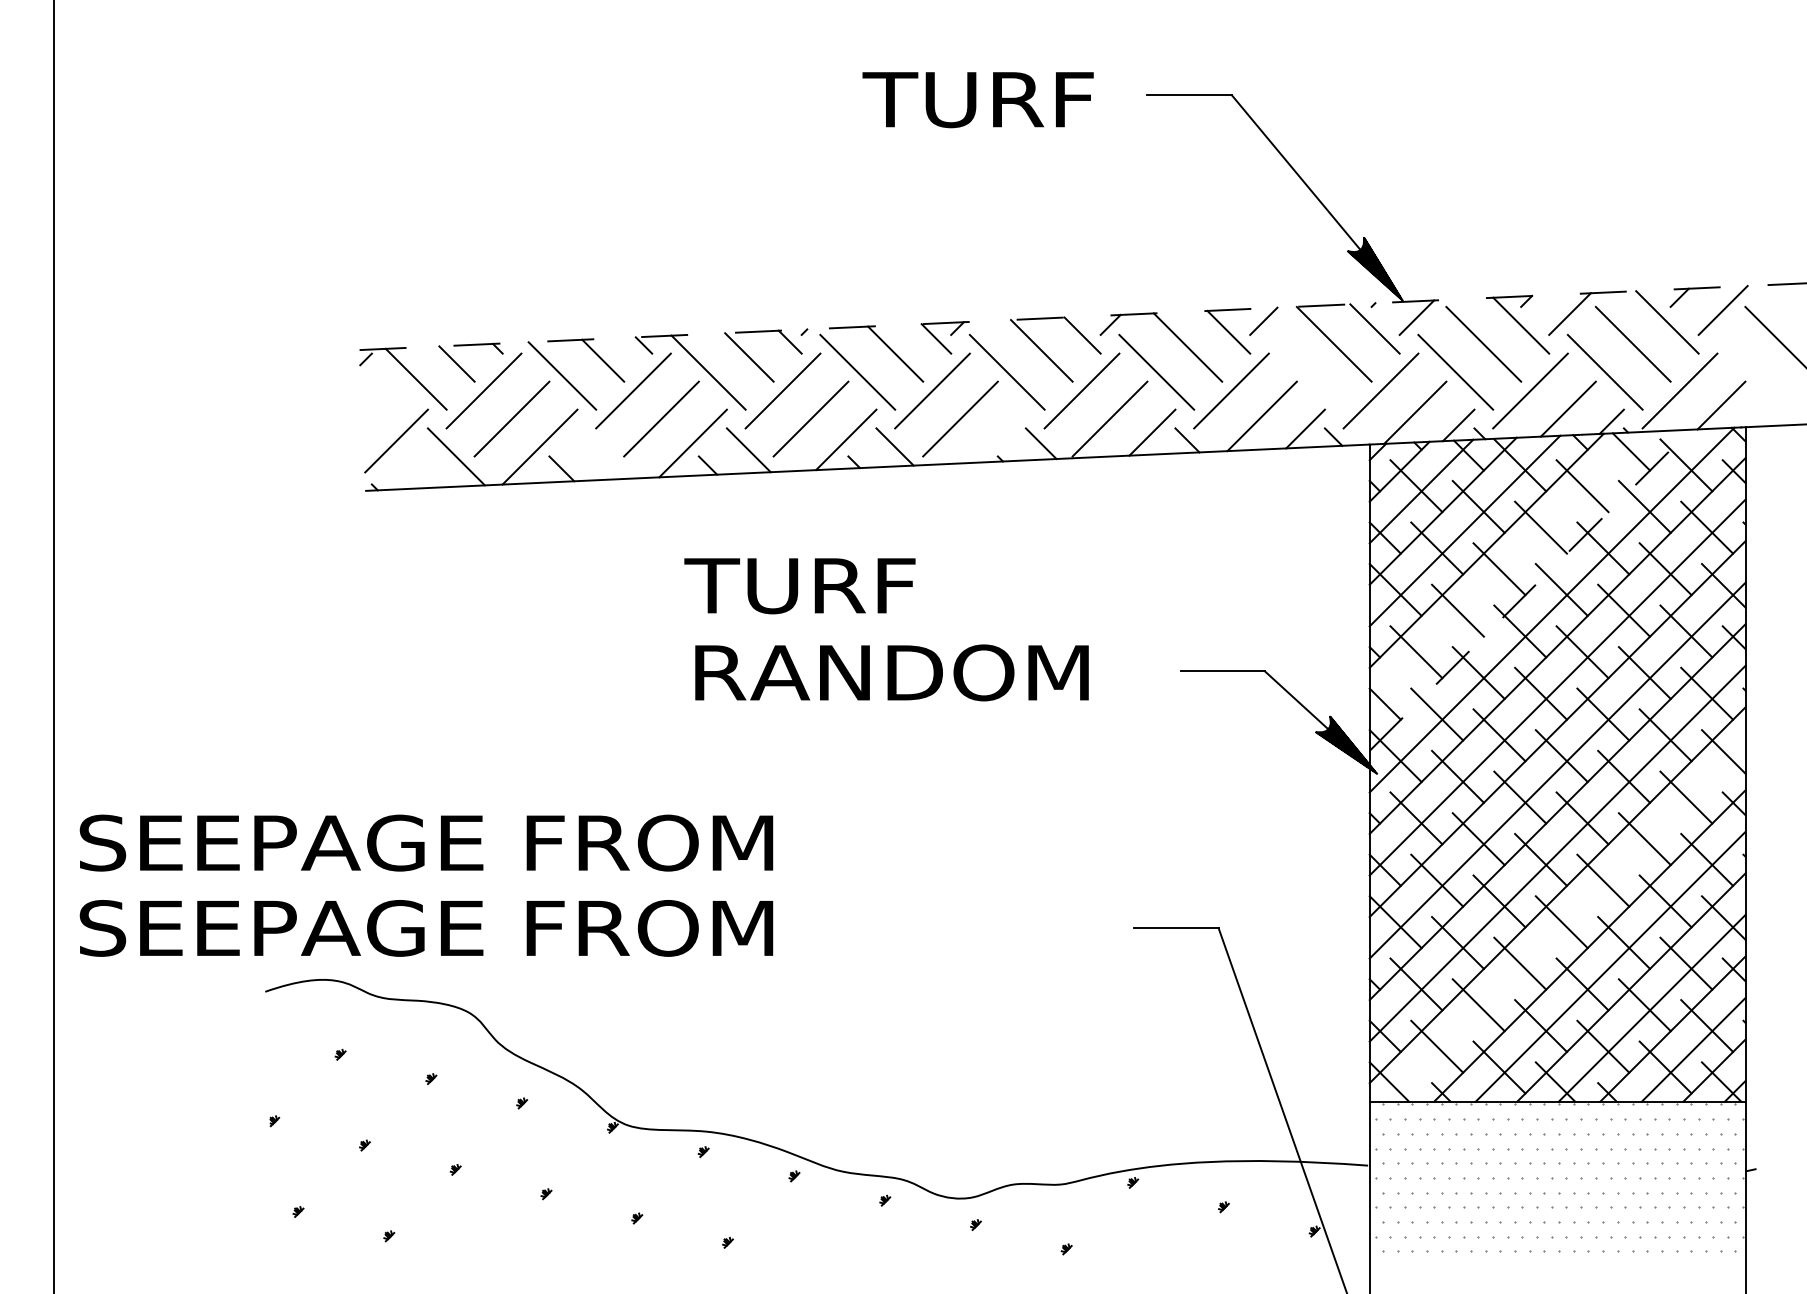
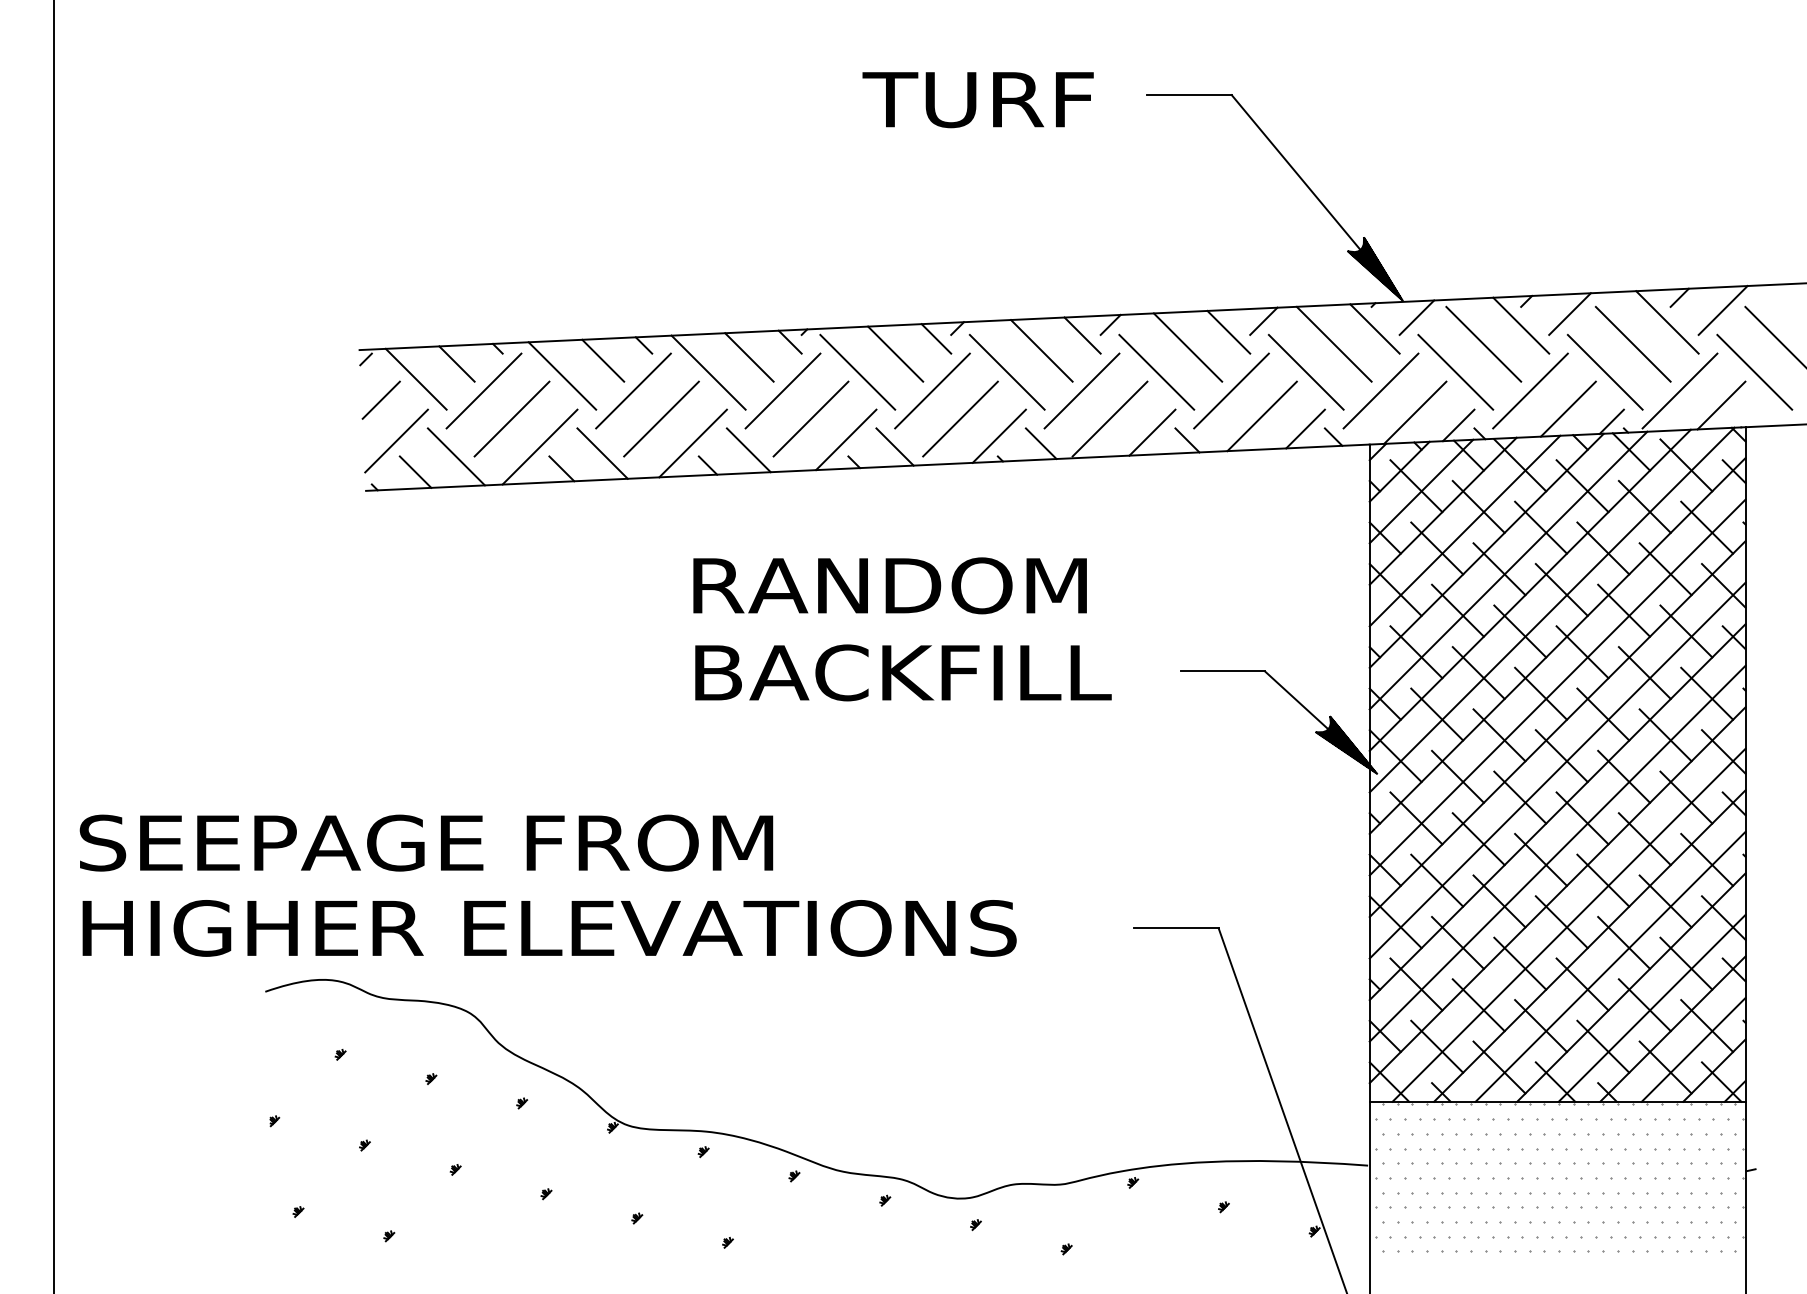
line at (1083, 316): dashed -> solid
line at (1305, 371): none -> present
line at (1754, 371): none -> present
line at (380, 399): none -> present
line at (998, 435): none -> present
line at (602, 453): none -> present
line at (415, 471): none -> present
line at (1508, 570): none -> present
text at (885, 585): TURF -> RANDOM
line at (1530, 589): dashed -> solid
text at (907, 672): RANDOM -> BACKFILL
line at (1568, 924): none -> present
text at (547, 928): SEEPAGE FROM -> HIGHER ELEVATIONS
